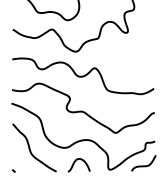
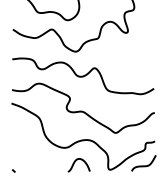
curve at (30, 147): present -> none
